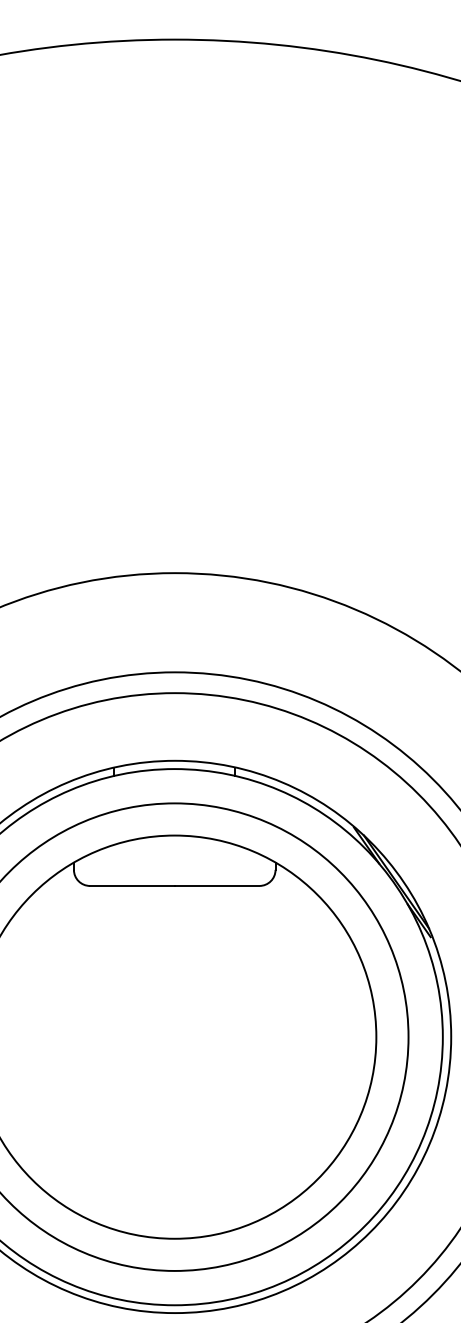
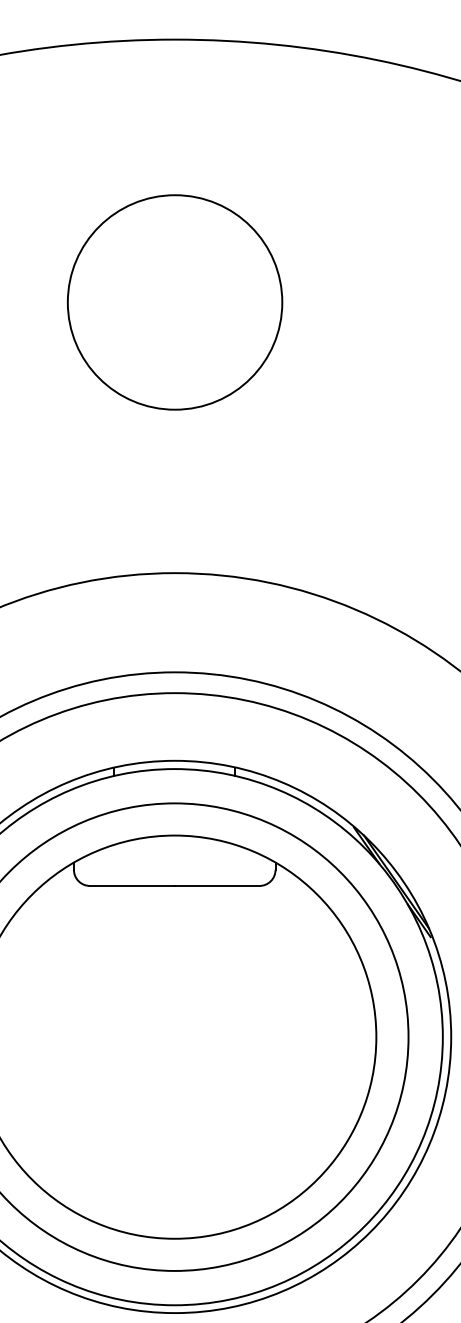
circle at (175, 302): none -> present
